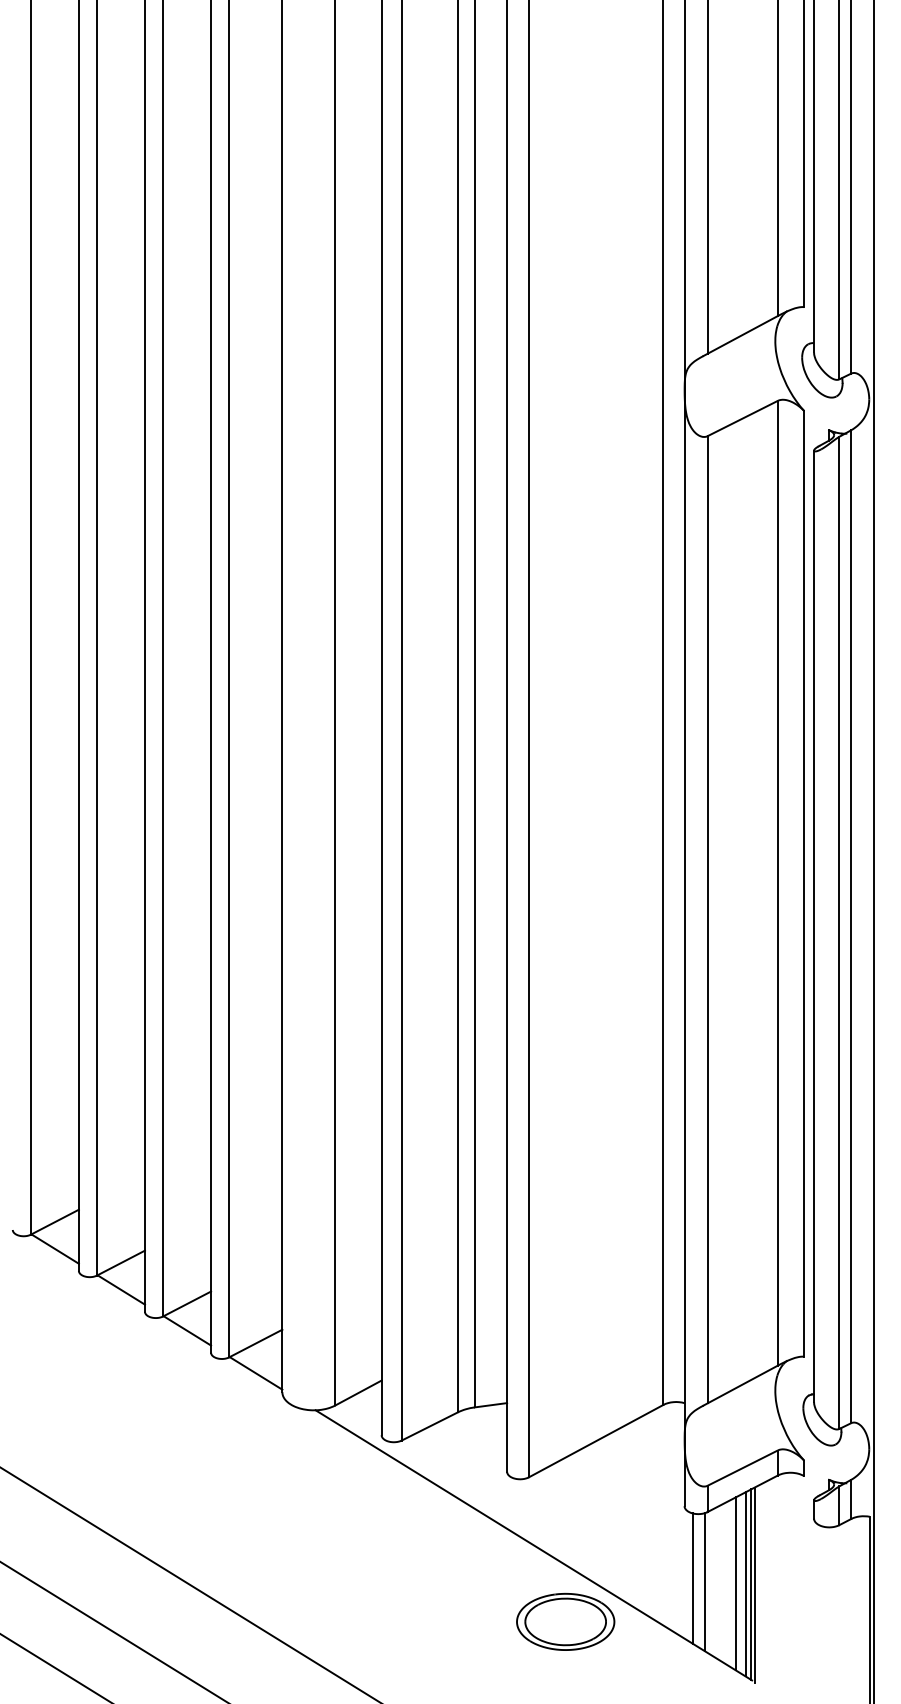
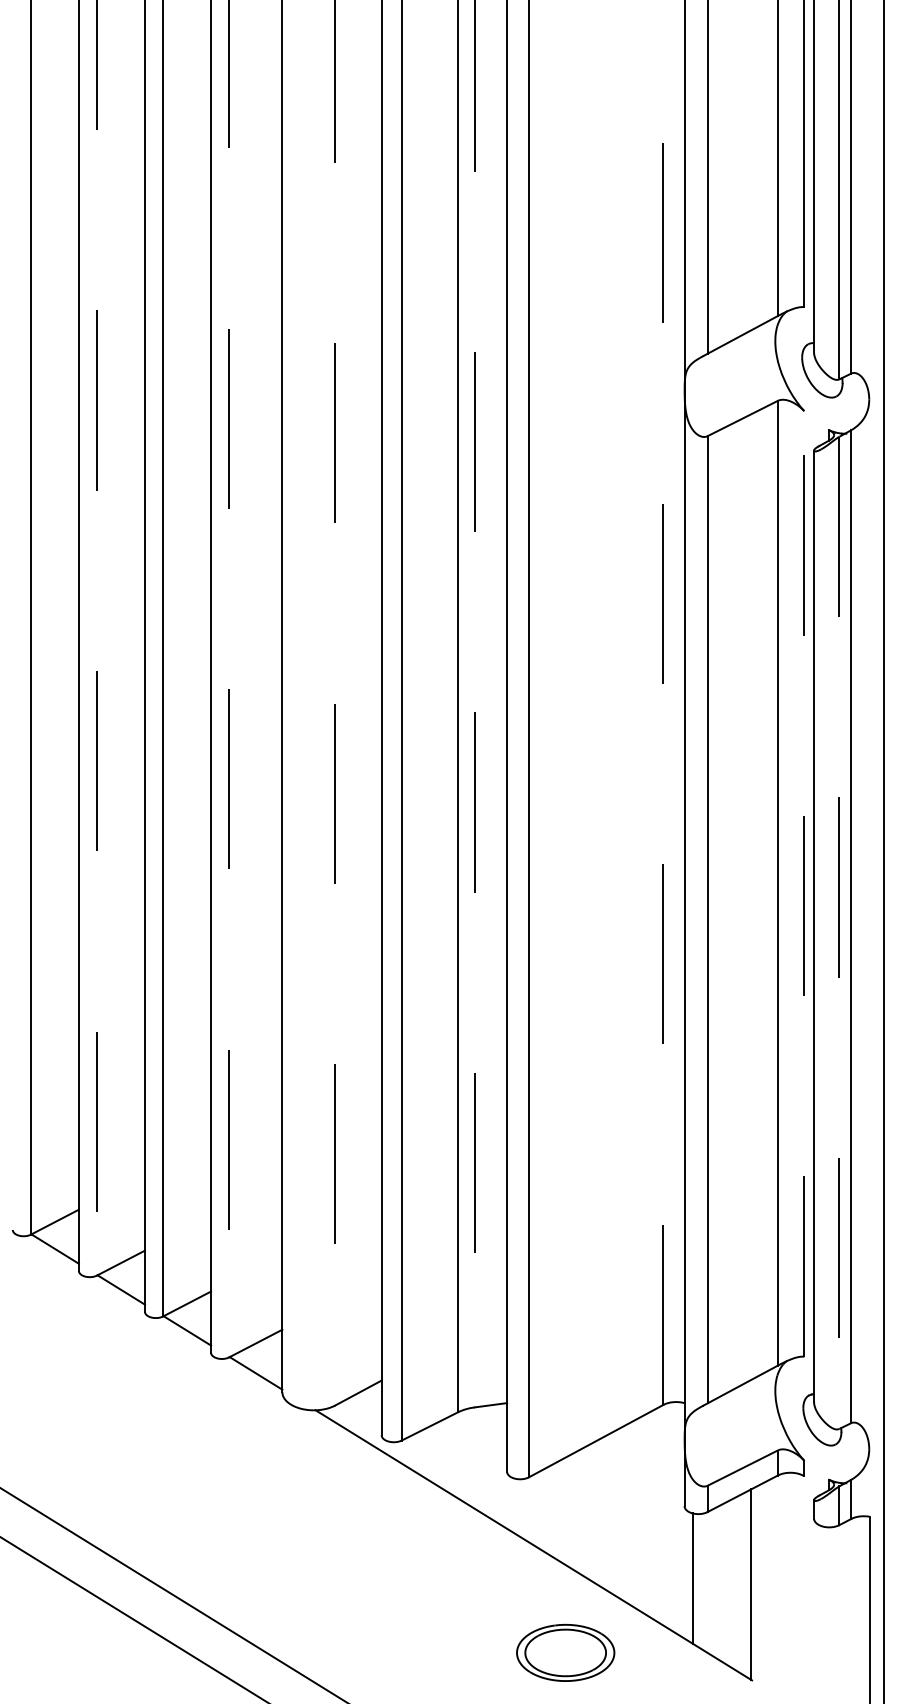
line at (97, 638): solid -> dashed
line at (229, 679): solid -> dashed
line at (663, 702): solid -> dashed
line at (335, 703): solid -> dashed
line at (474, 703): solid -> dashed
line at (874, 851) position: (874, 851) -> (884, 851)
line at (804, 883): solid -> dashed
line at (839, 933): solid -> dashed
line at (704, 1582): present -> none
line at (735, 1583): present -> none
line at (189, 1584) position: (189, 1584) -> (173, 1594)
line at (745, 1584): present -> none
line at (754, 1584): present -> none
part at (565, 1621) position: (565, 1621) -> (565, 1652)
line at (113, 1631) position: (113, 1631) -> (133, 1619)
line at (55, 1667): present -> none
